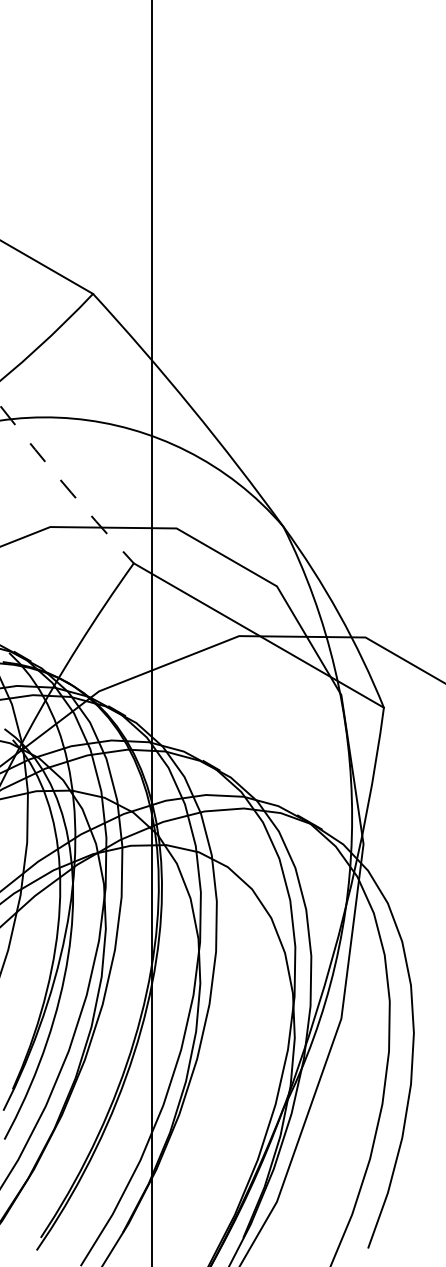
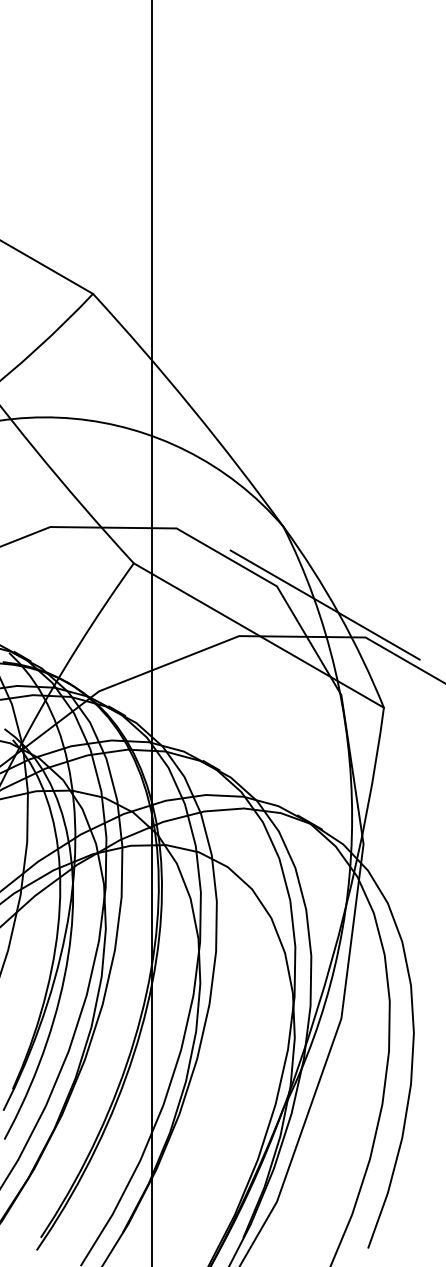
arc at (65, 486): dashed -> solid
line at (324, 604): none -> present
